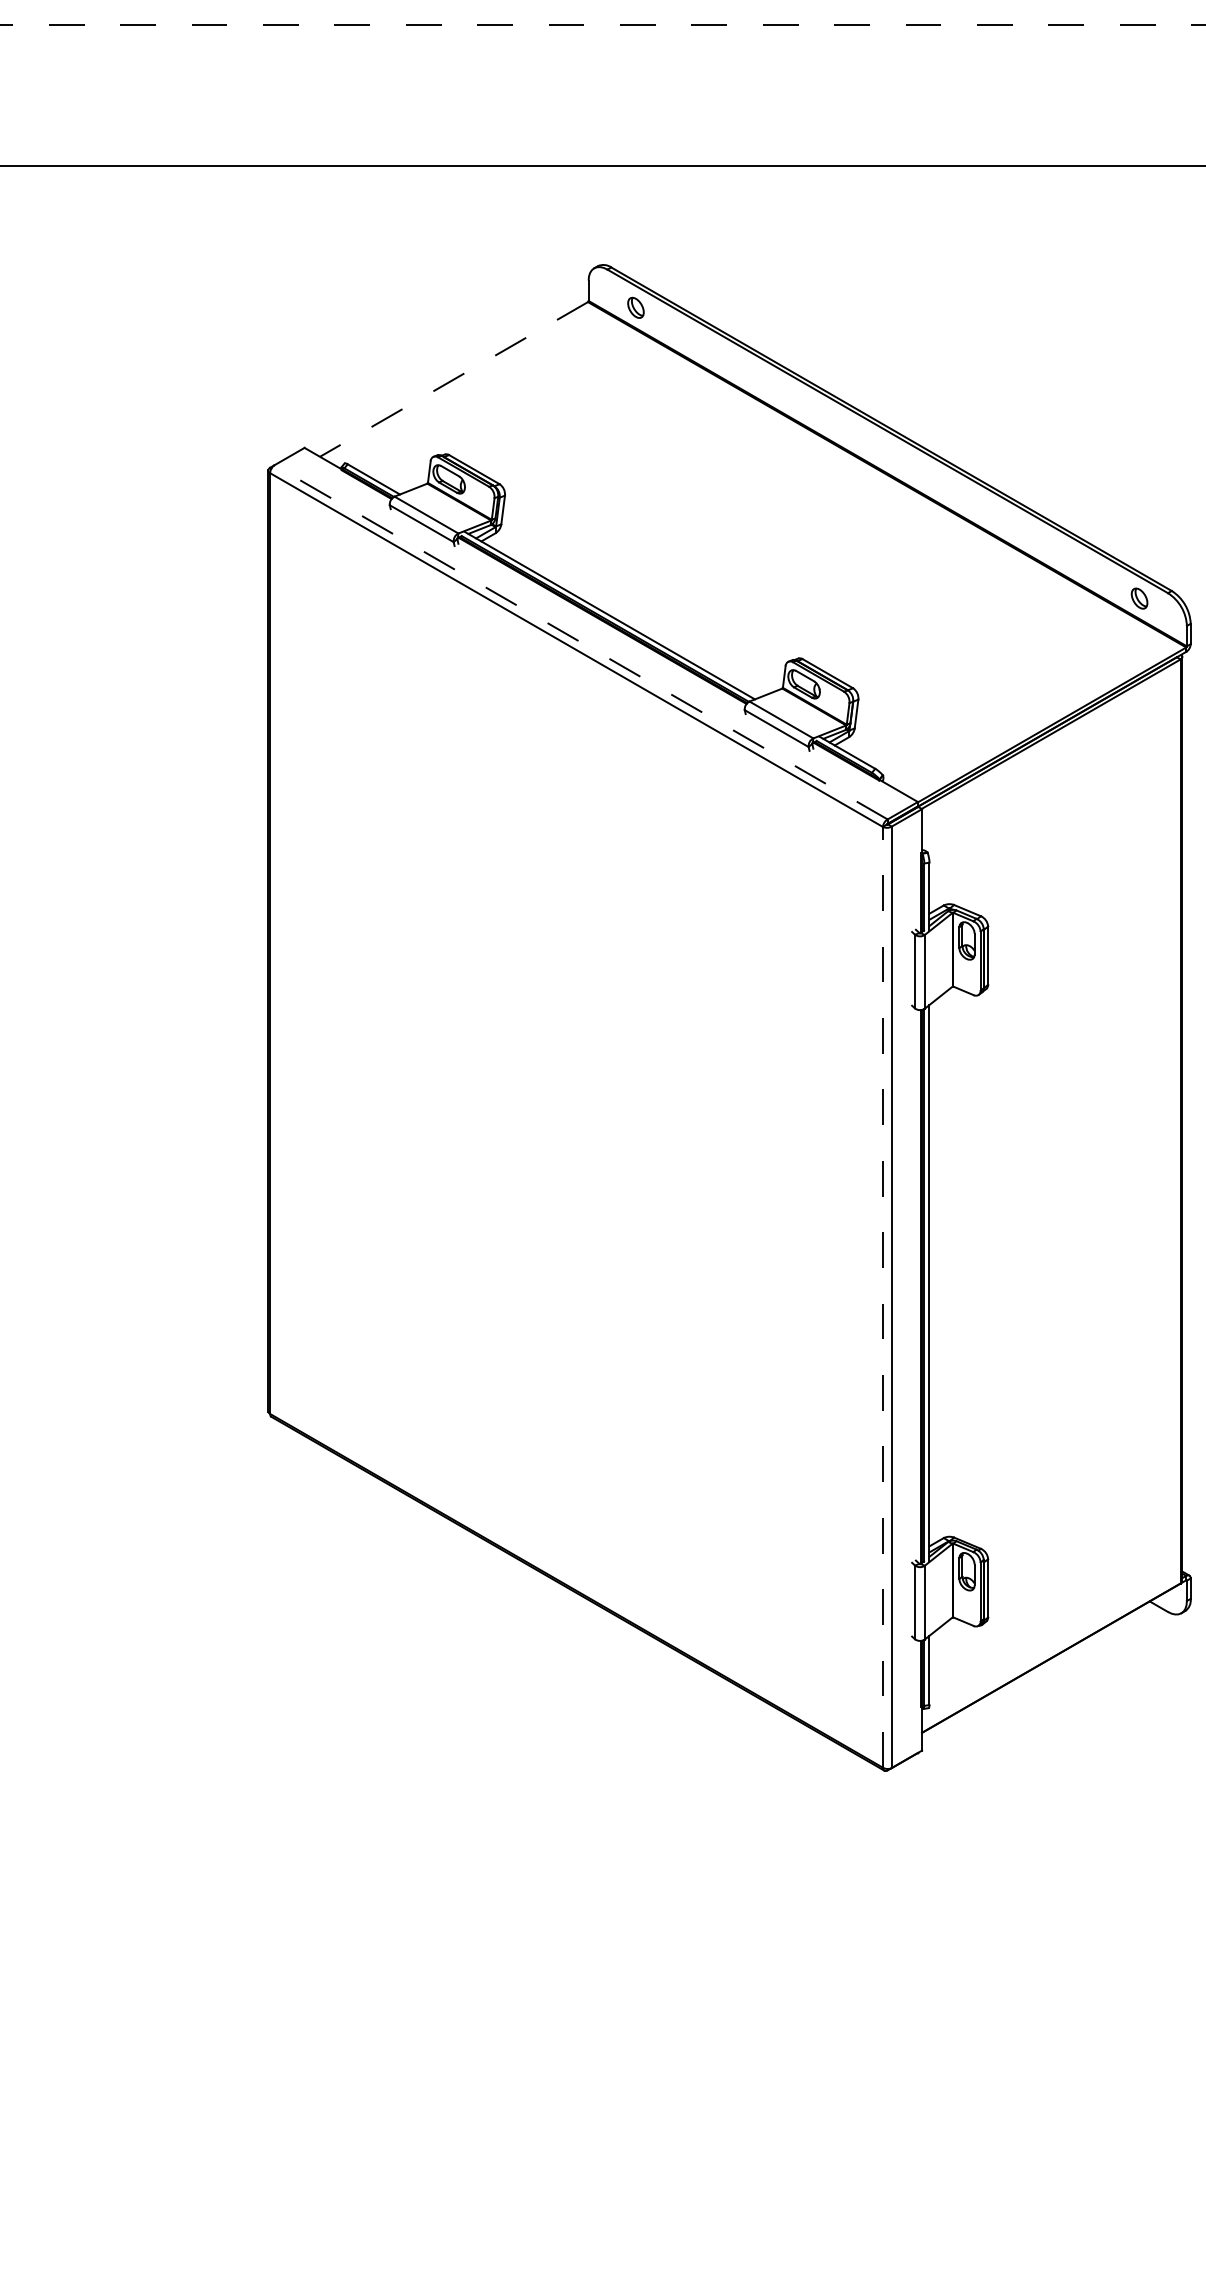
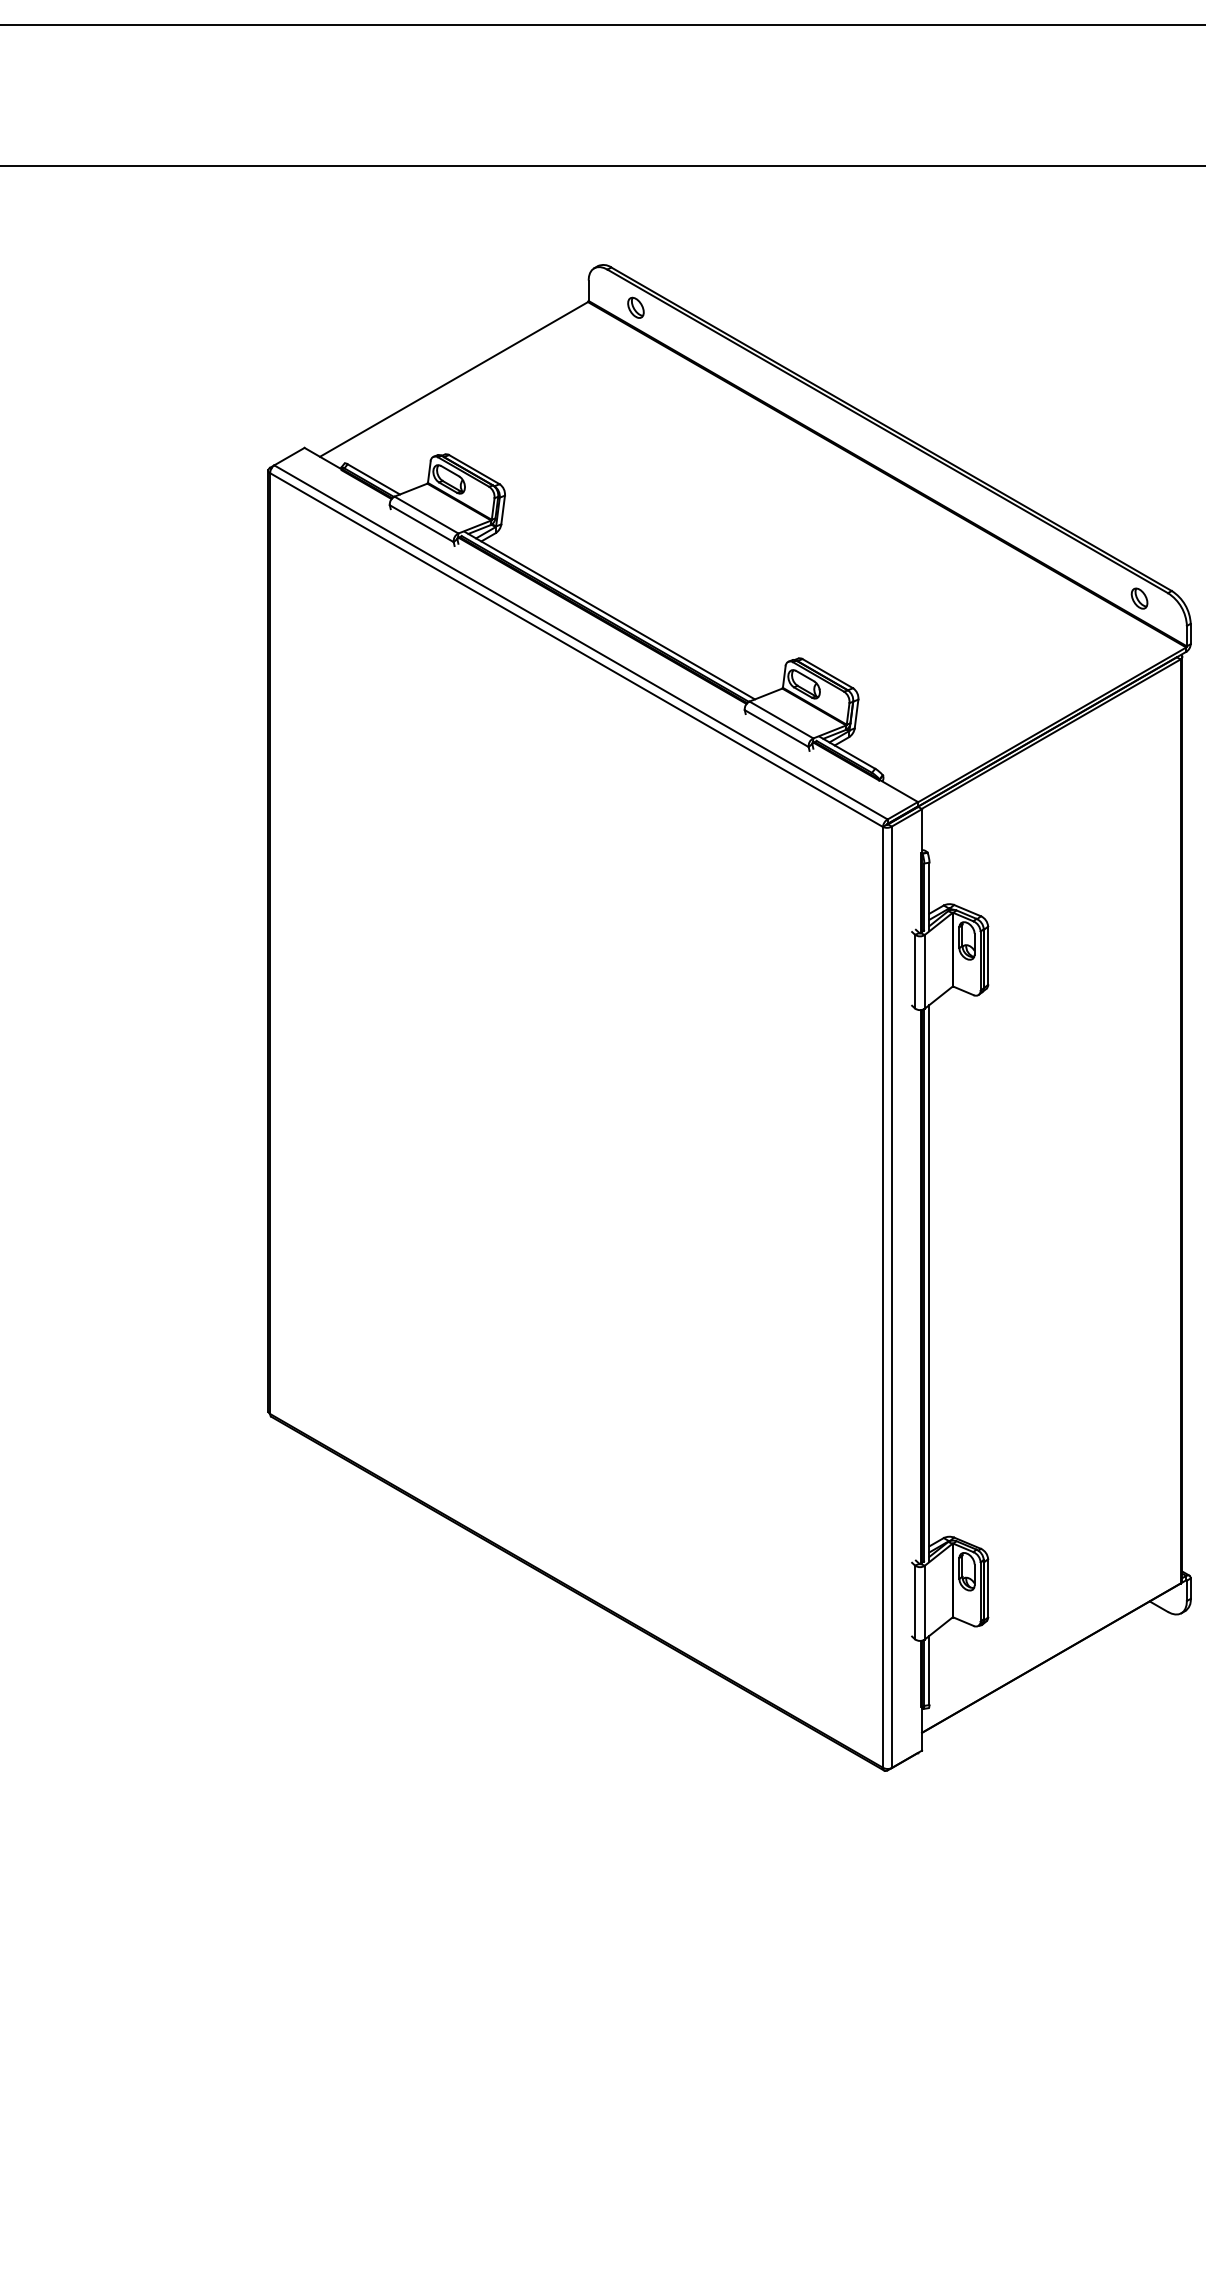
line at (603, 25): dashed -> solid
line at (454, 379): dashed -> solid
line at (580, 642): dashed -> solid
line at (882, 1296): dashed -> solid
